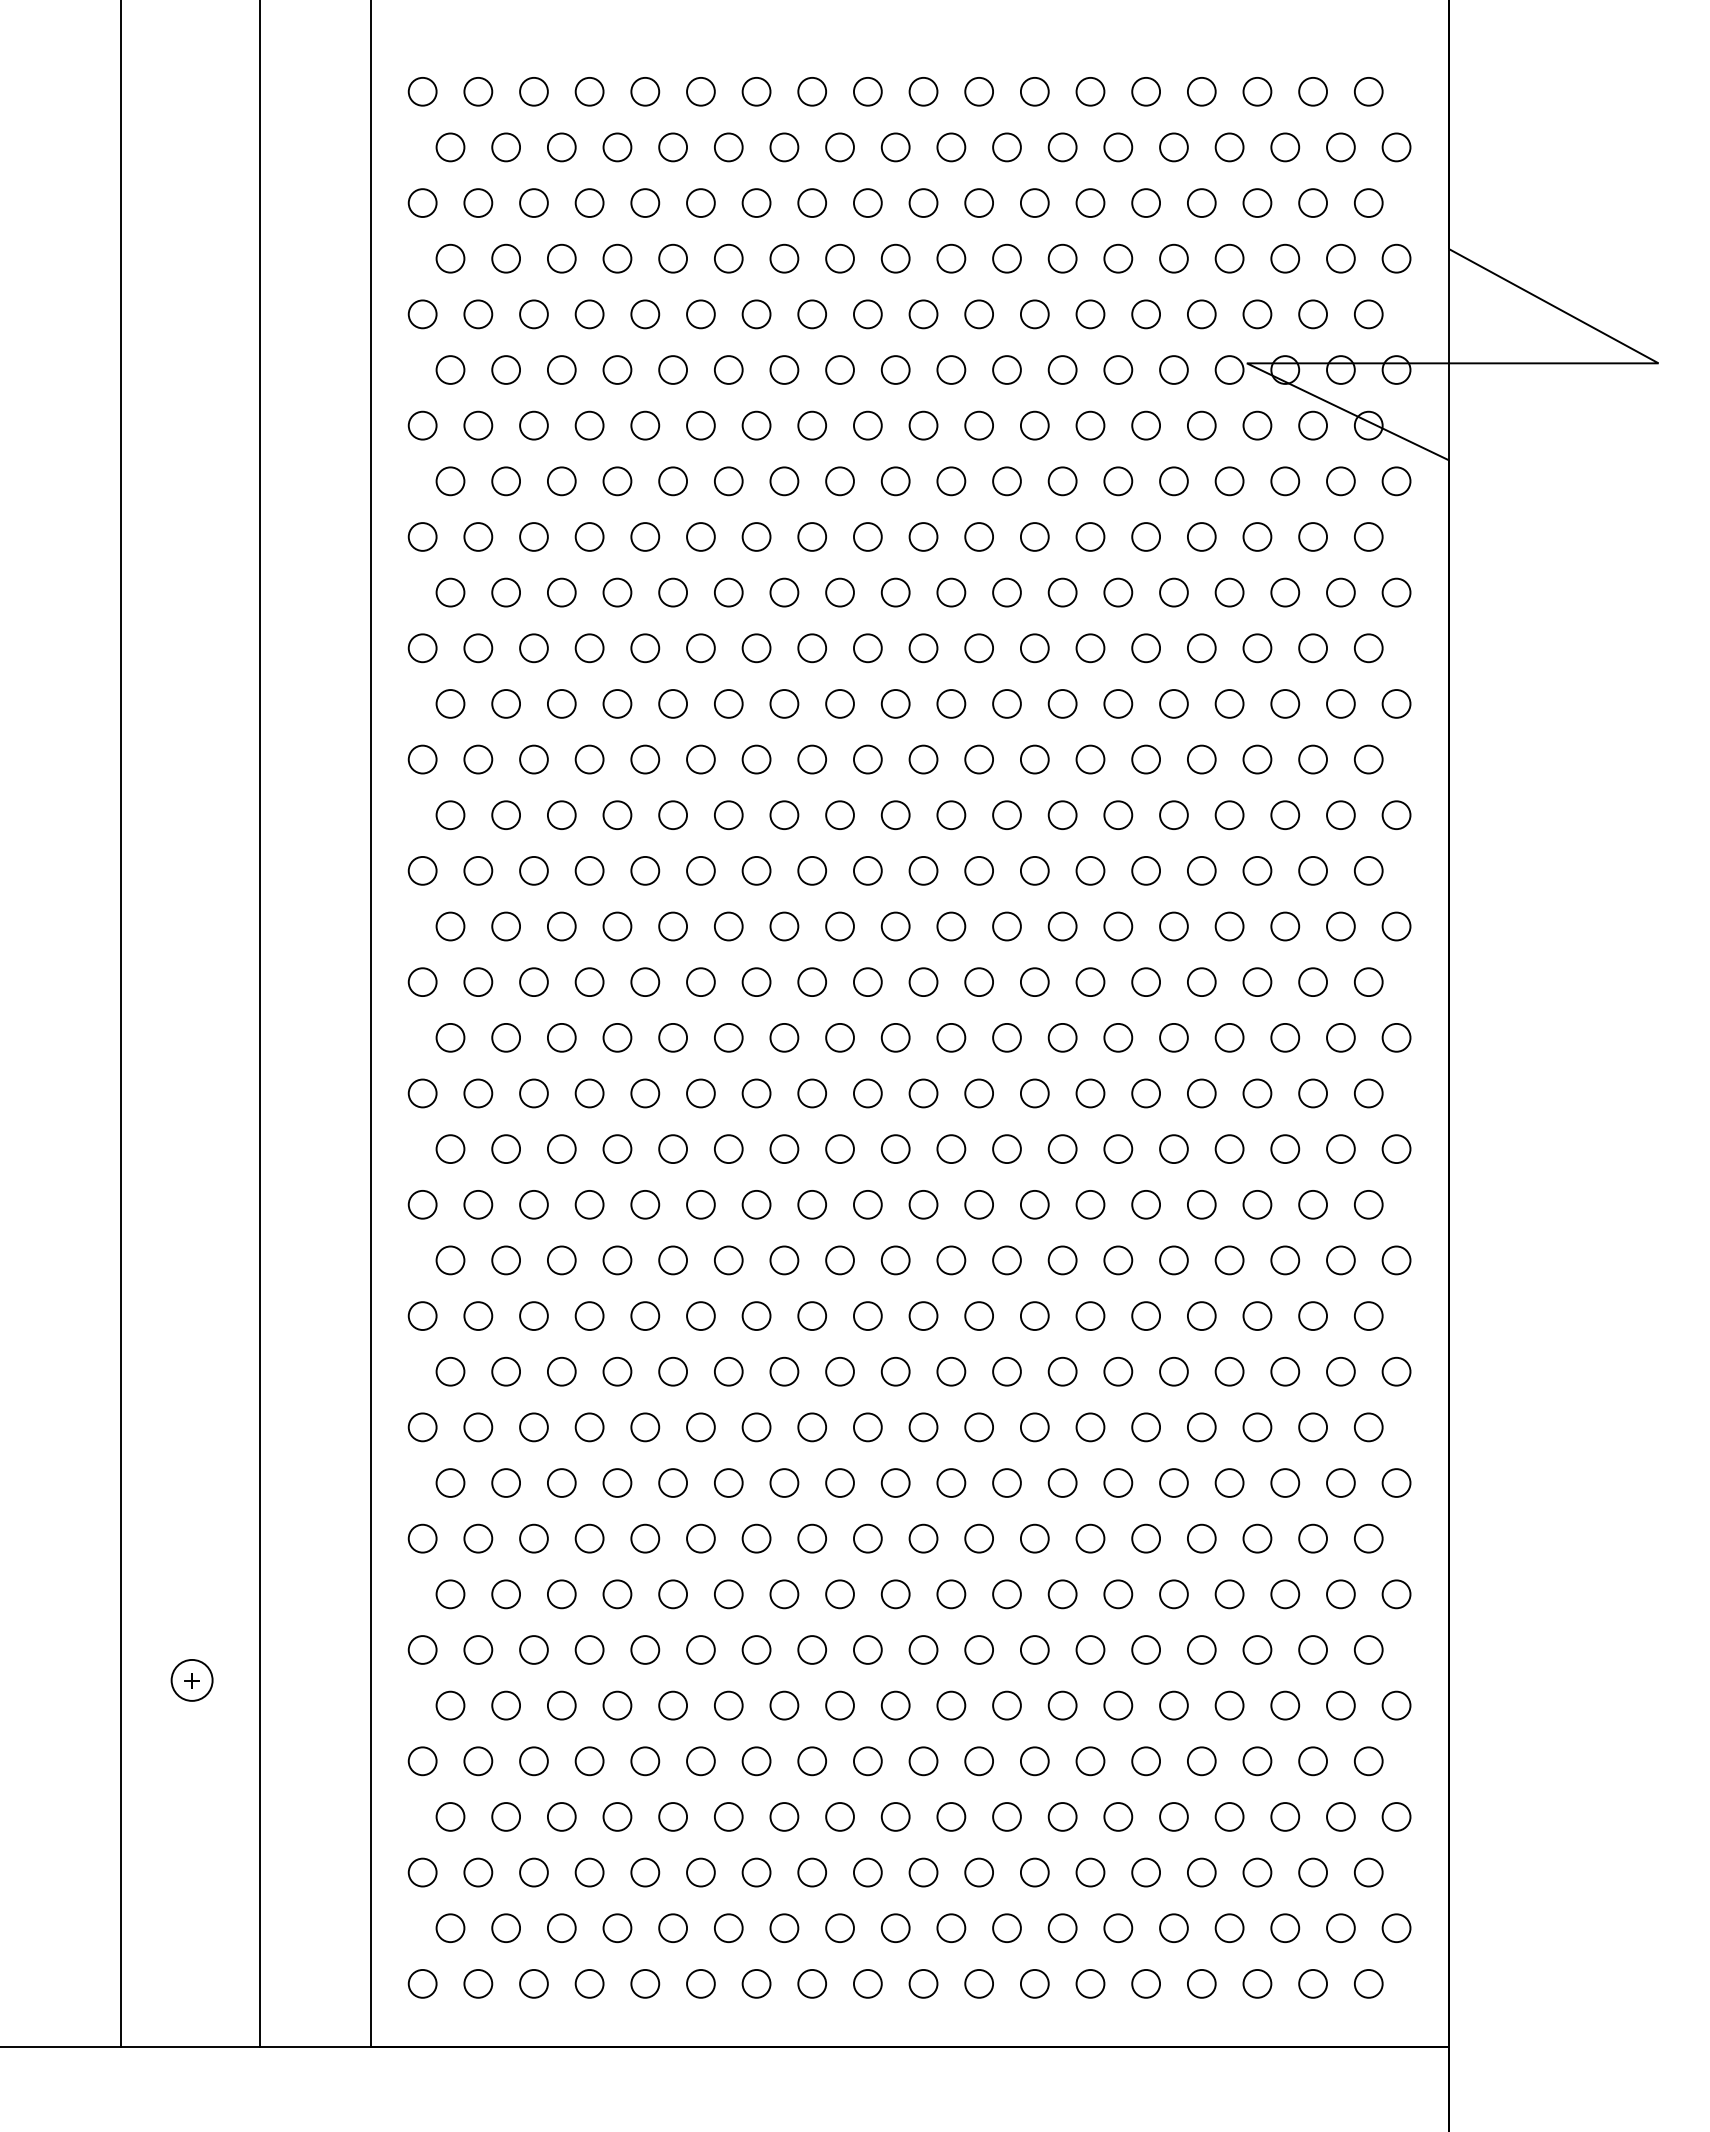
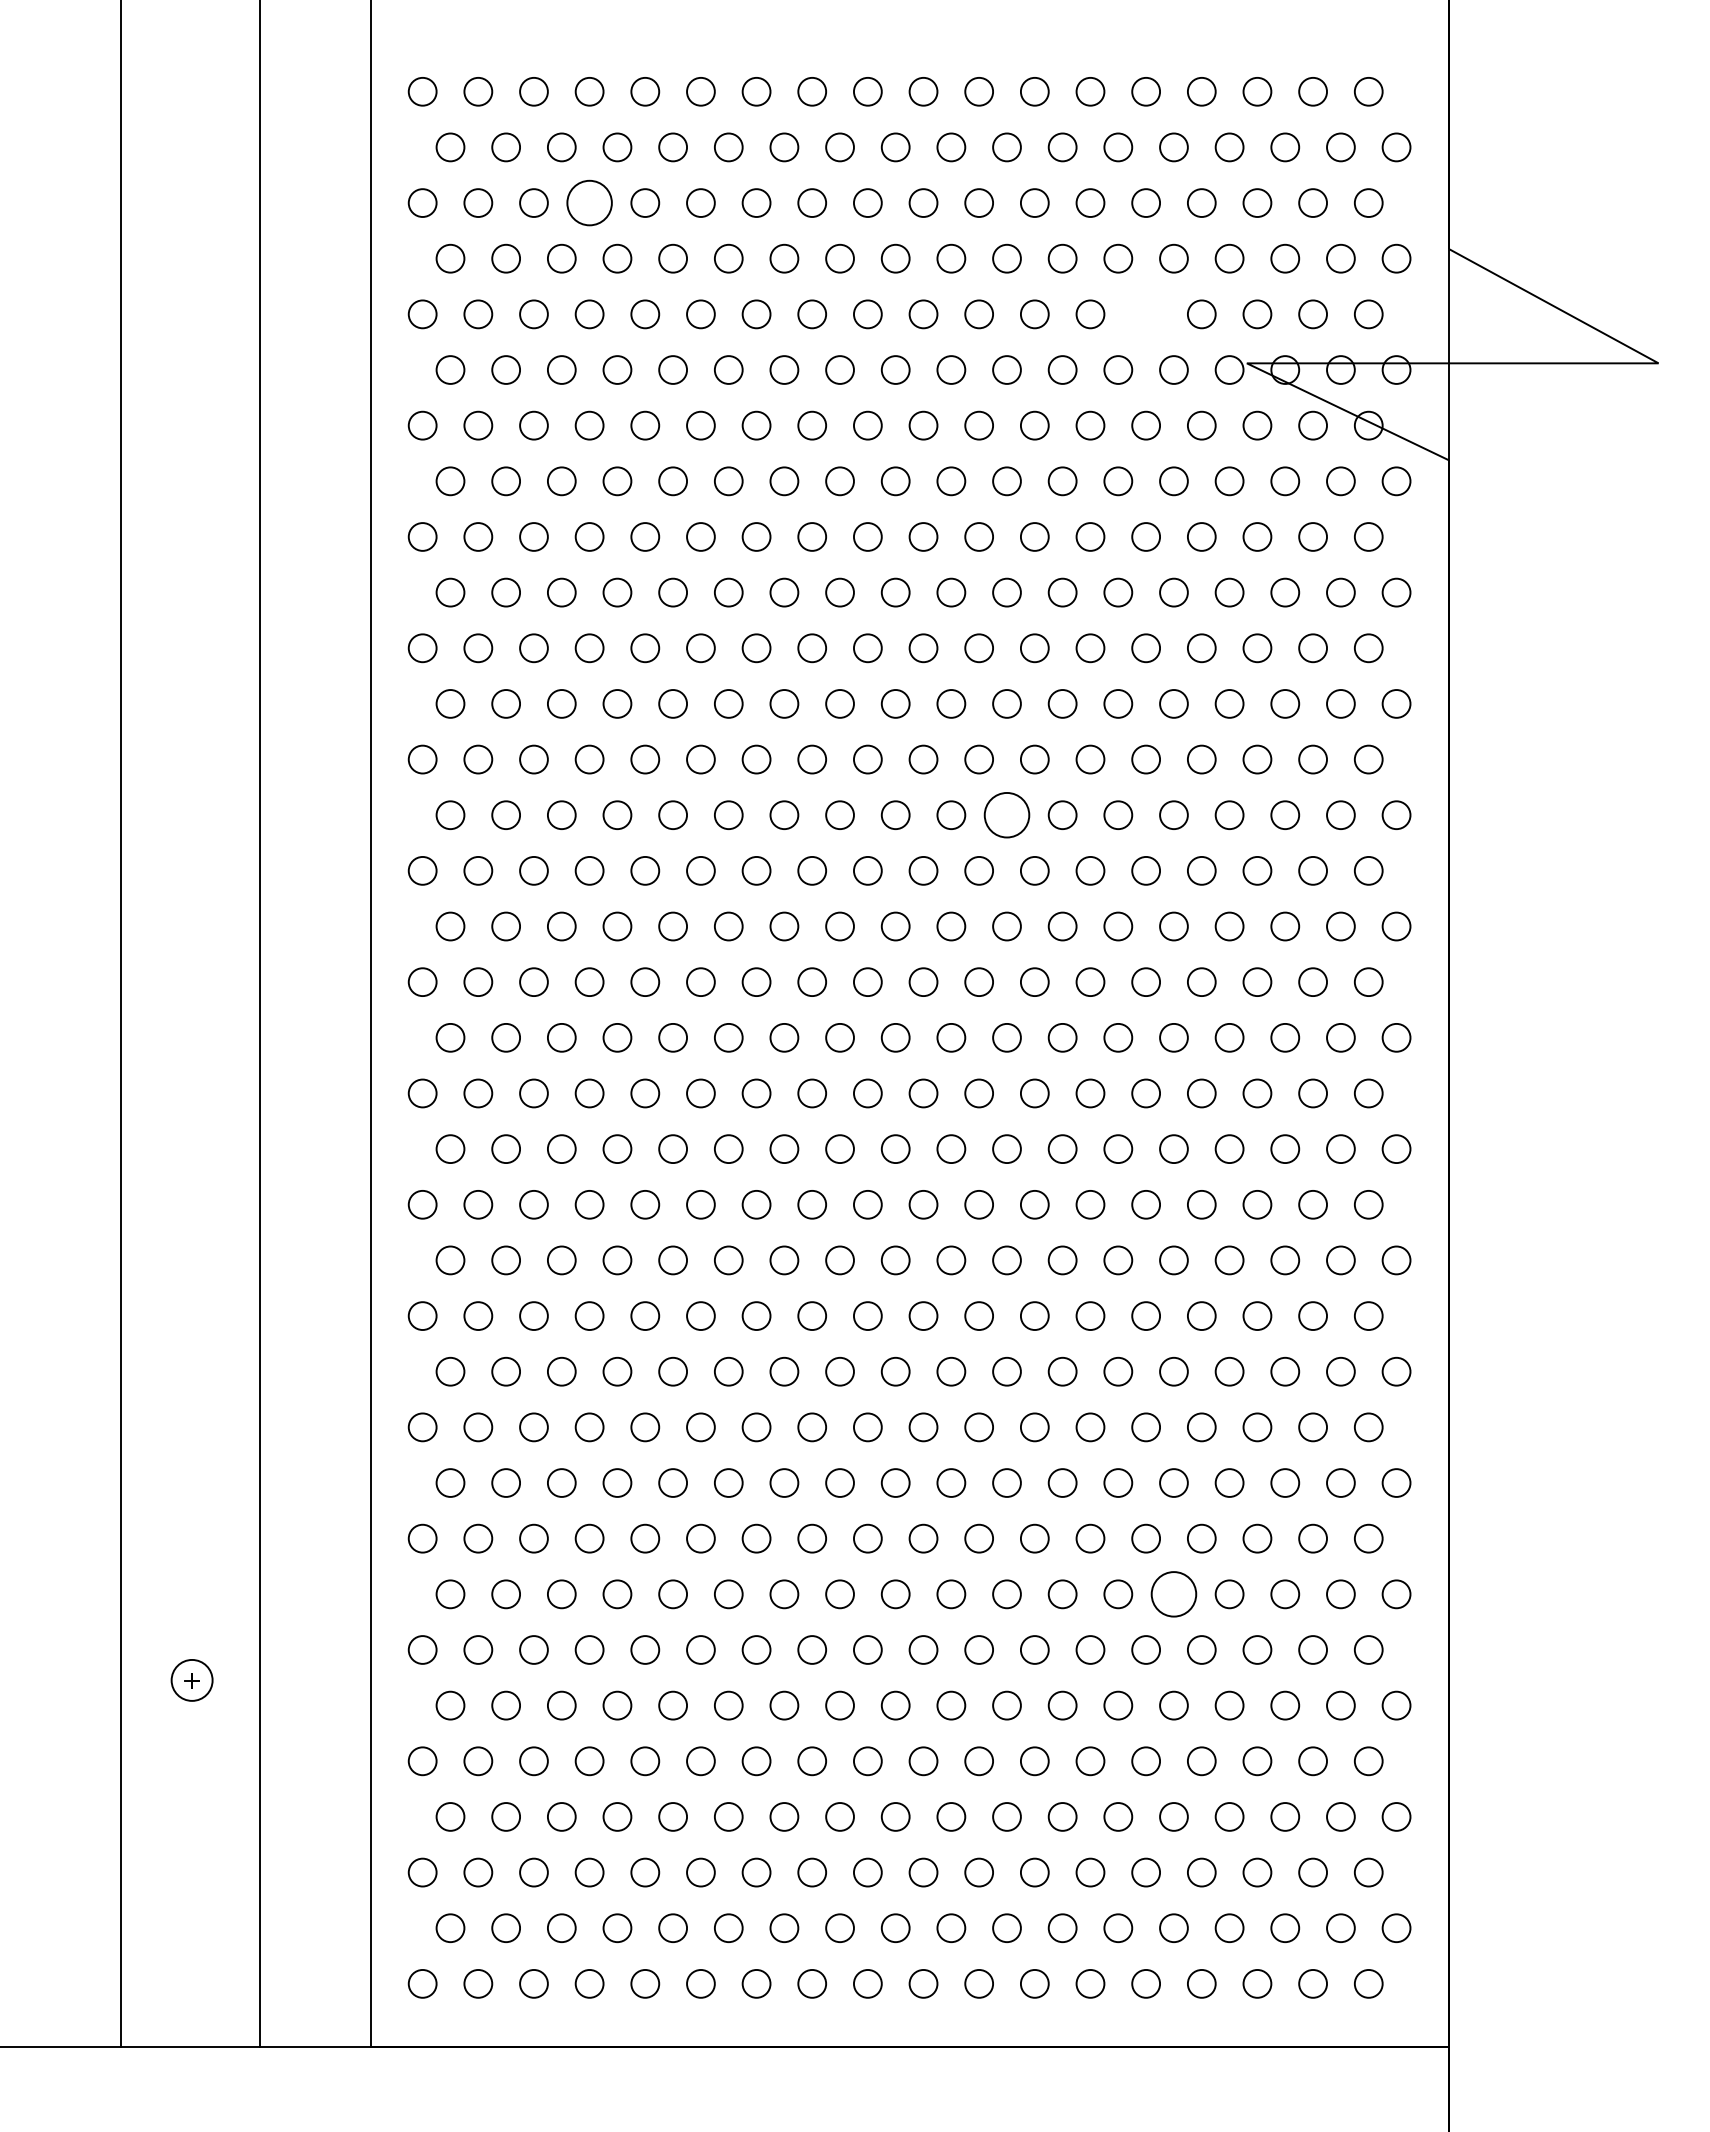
circle at (589, 202) diameter: 28 px -> 45 px
circle at (1145, 314): present -> none
circle at (1006, 815) diameter: 28 px -> 45 px
circle at (1173, 1594) diameter: 28 px -> 45 px
